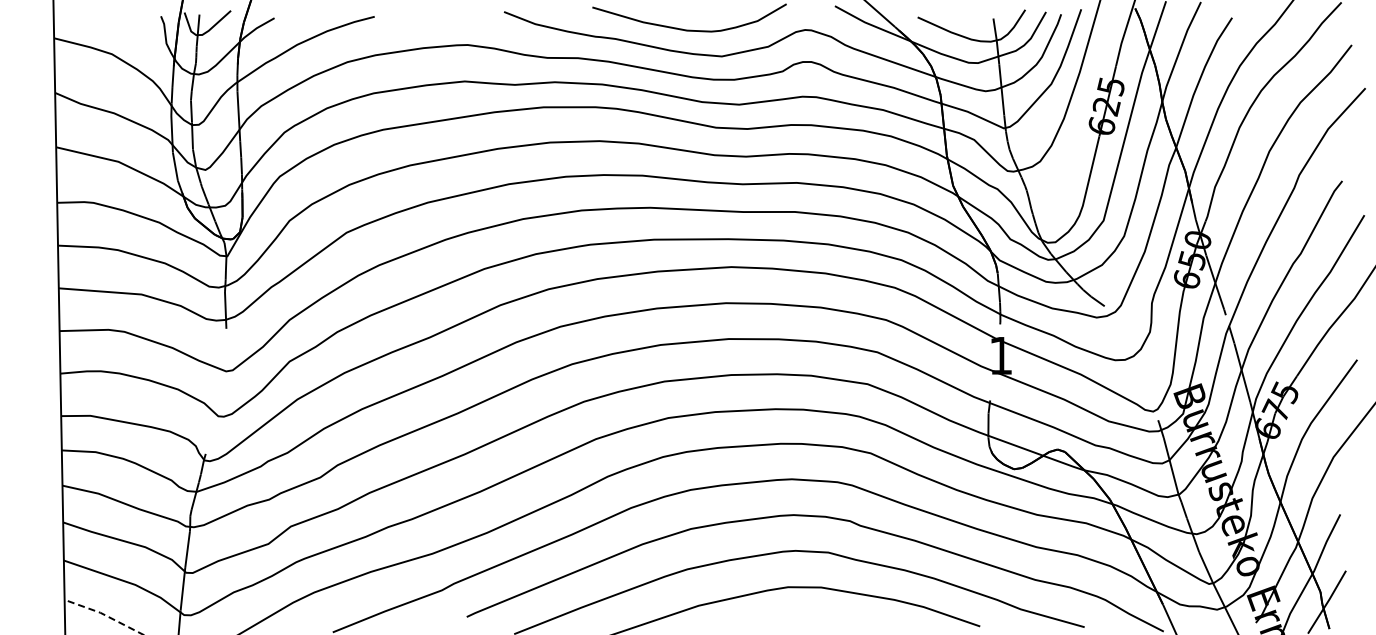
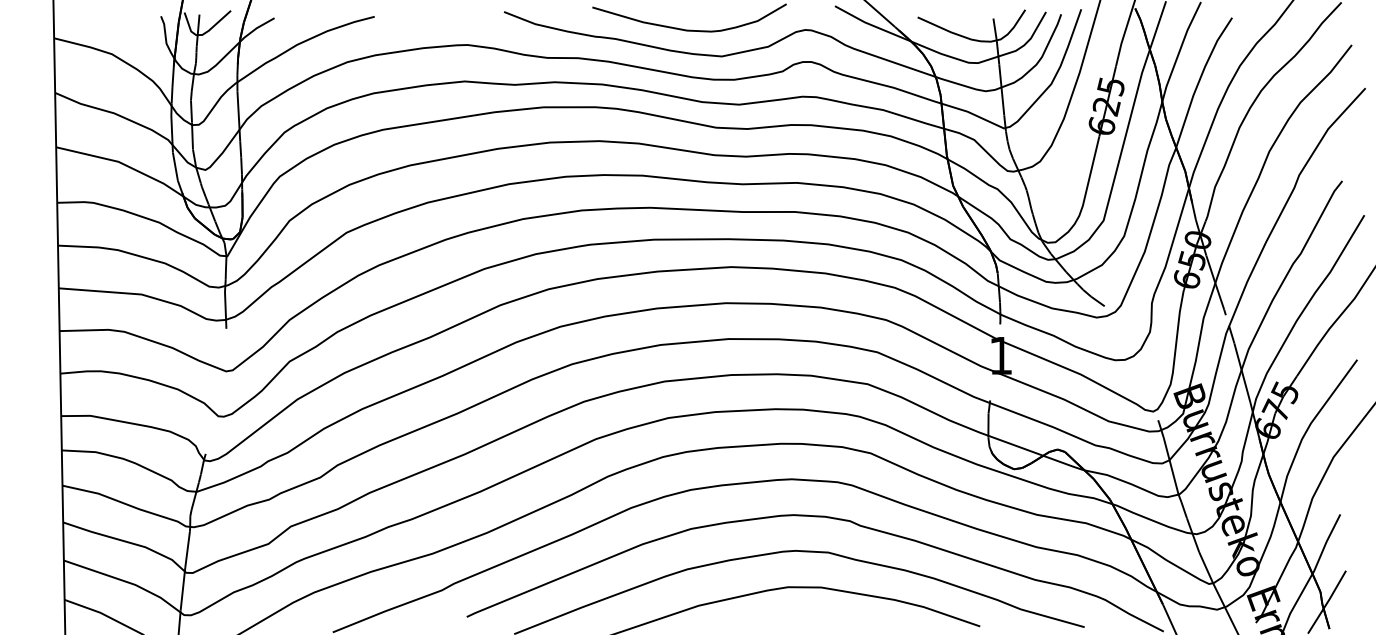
line at (103, 614): dashed -> solid
